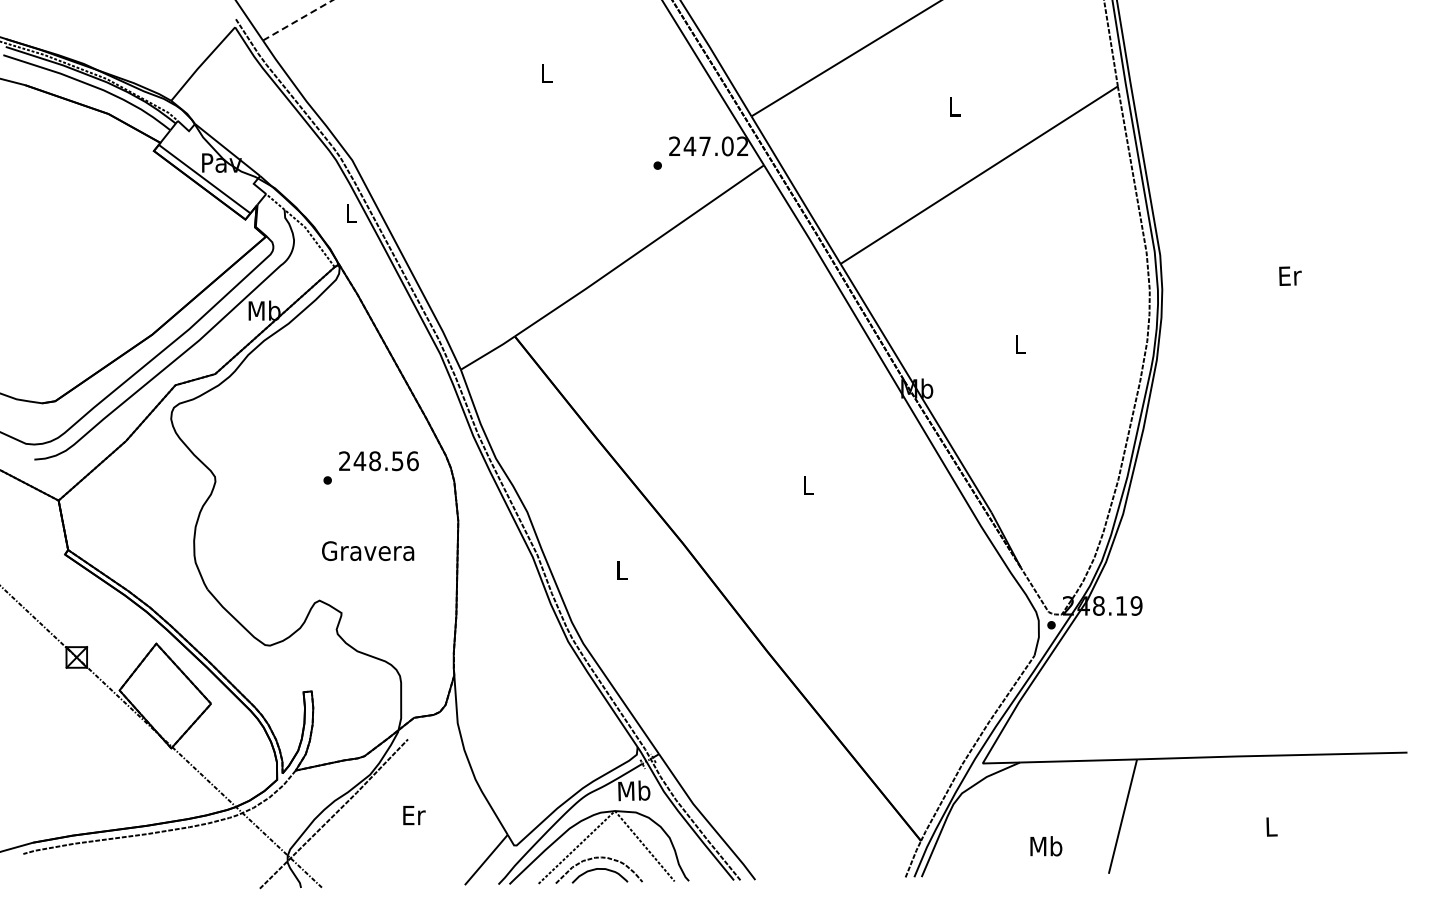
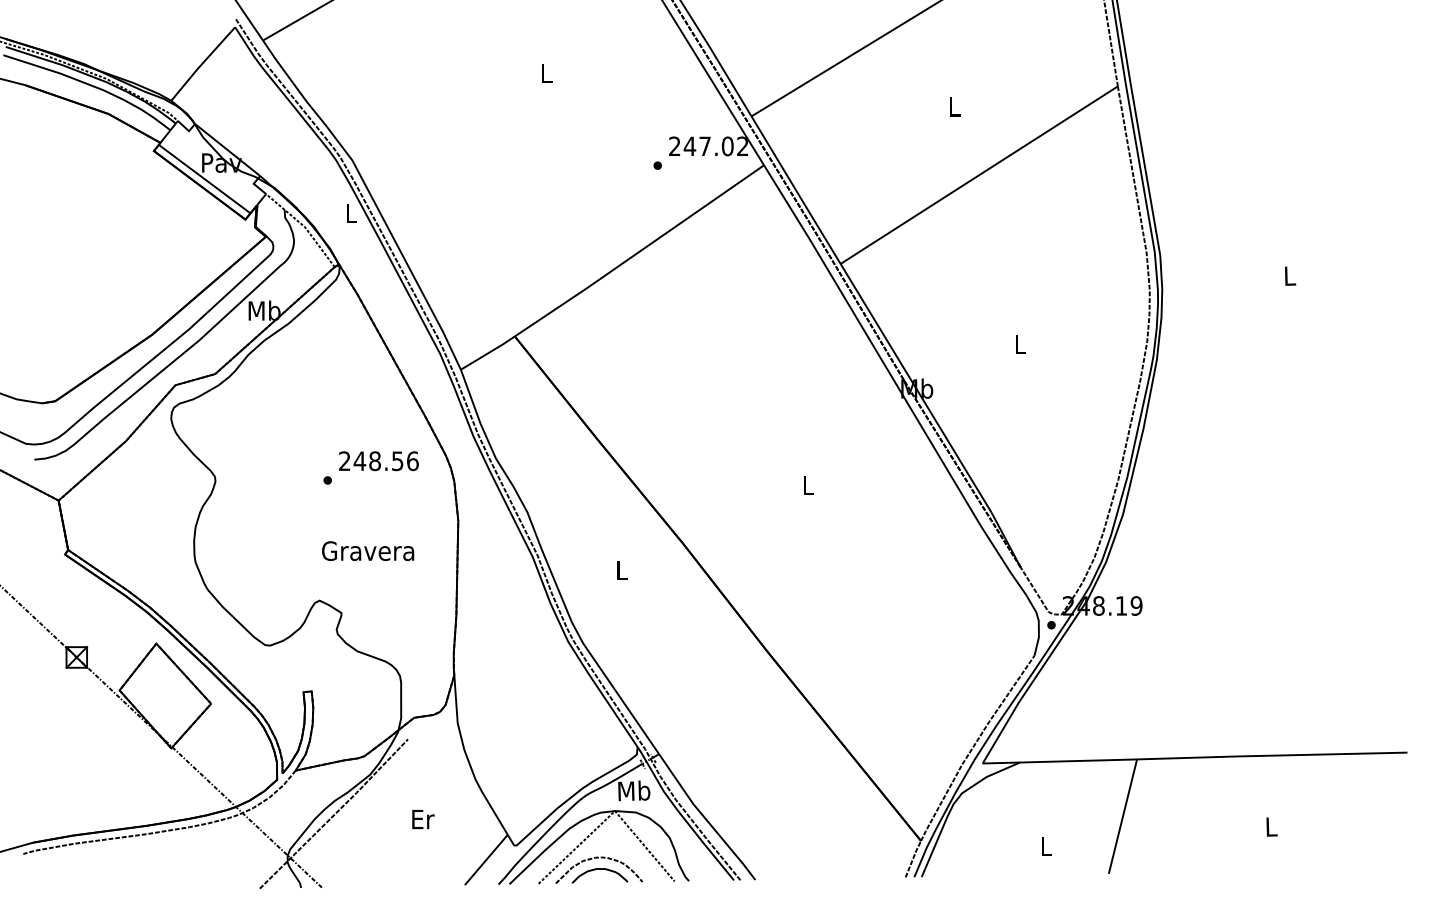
line at (298, 20): dashed -> solid
text at (1290, 275): Er -> L
text at (414, 815) position: (414, 815) -> (423, 819)
text at (1046, 846): Mb -> L
